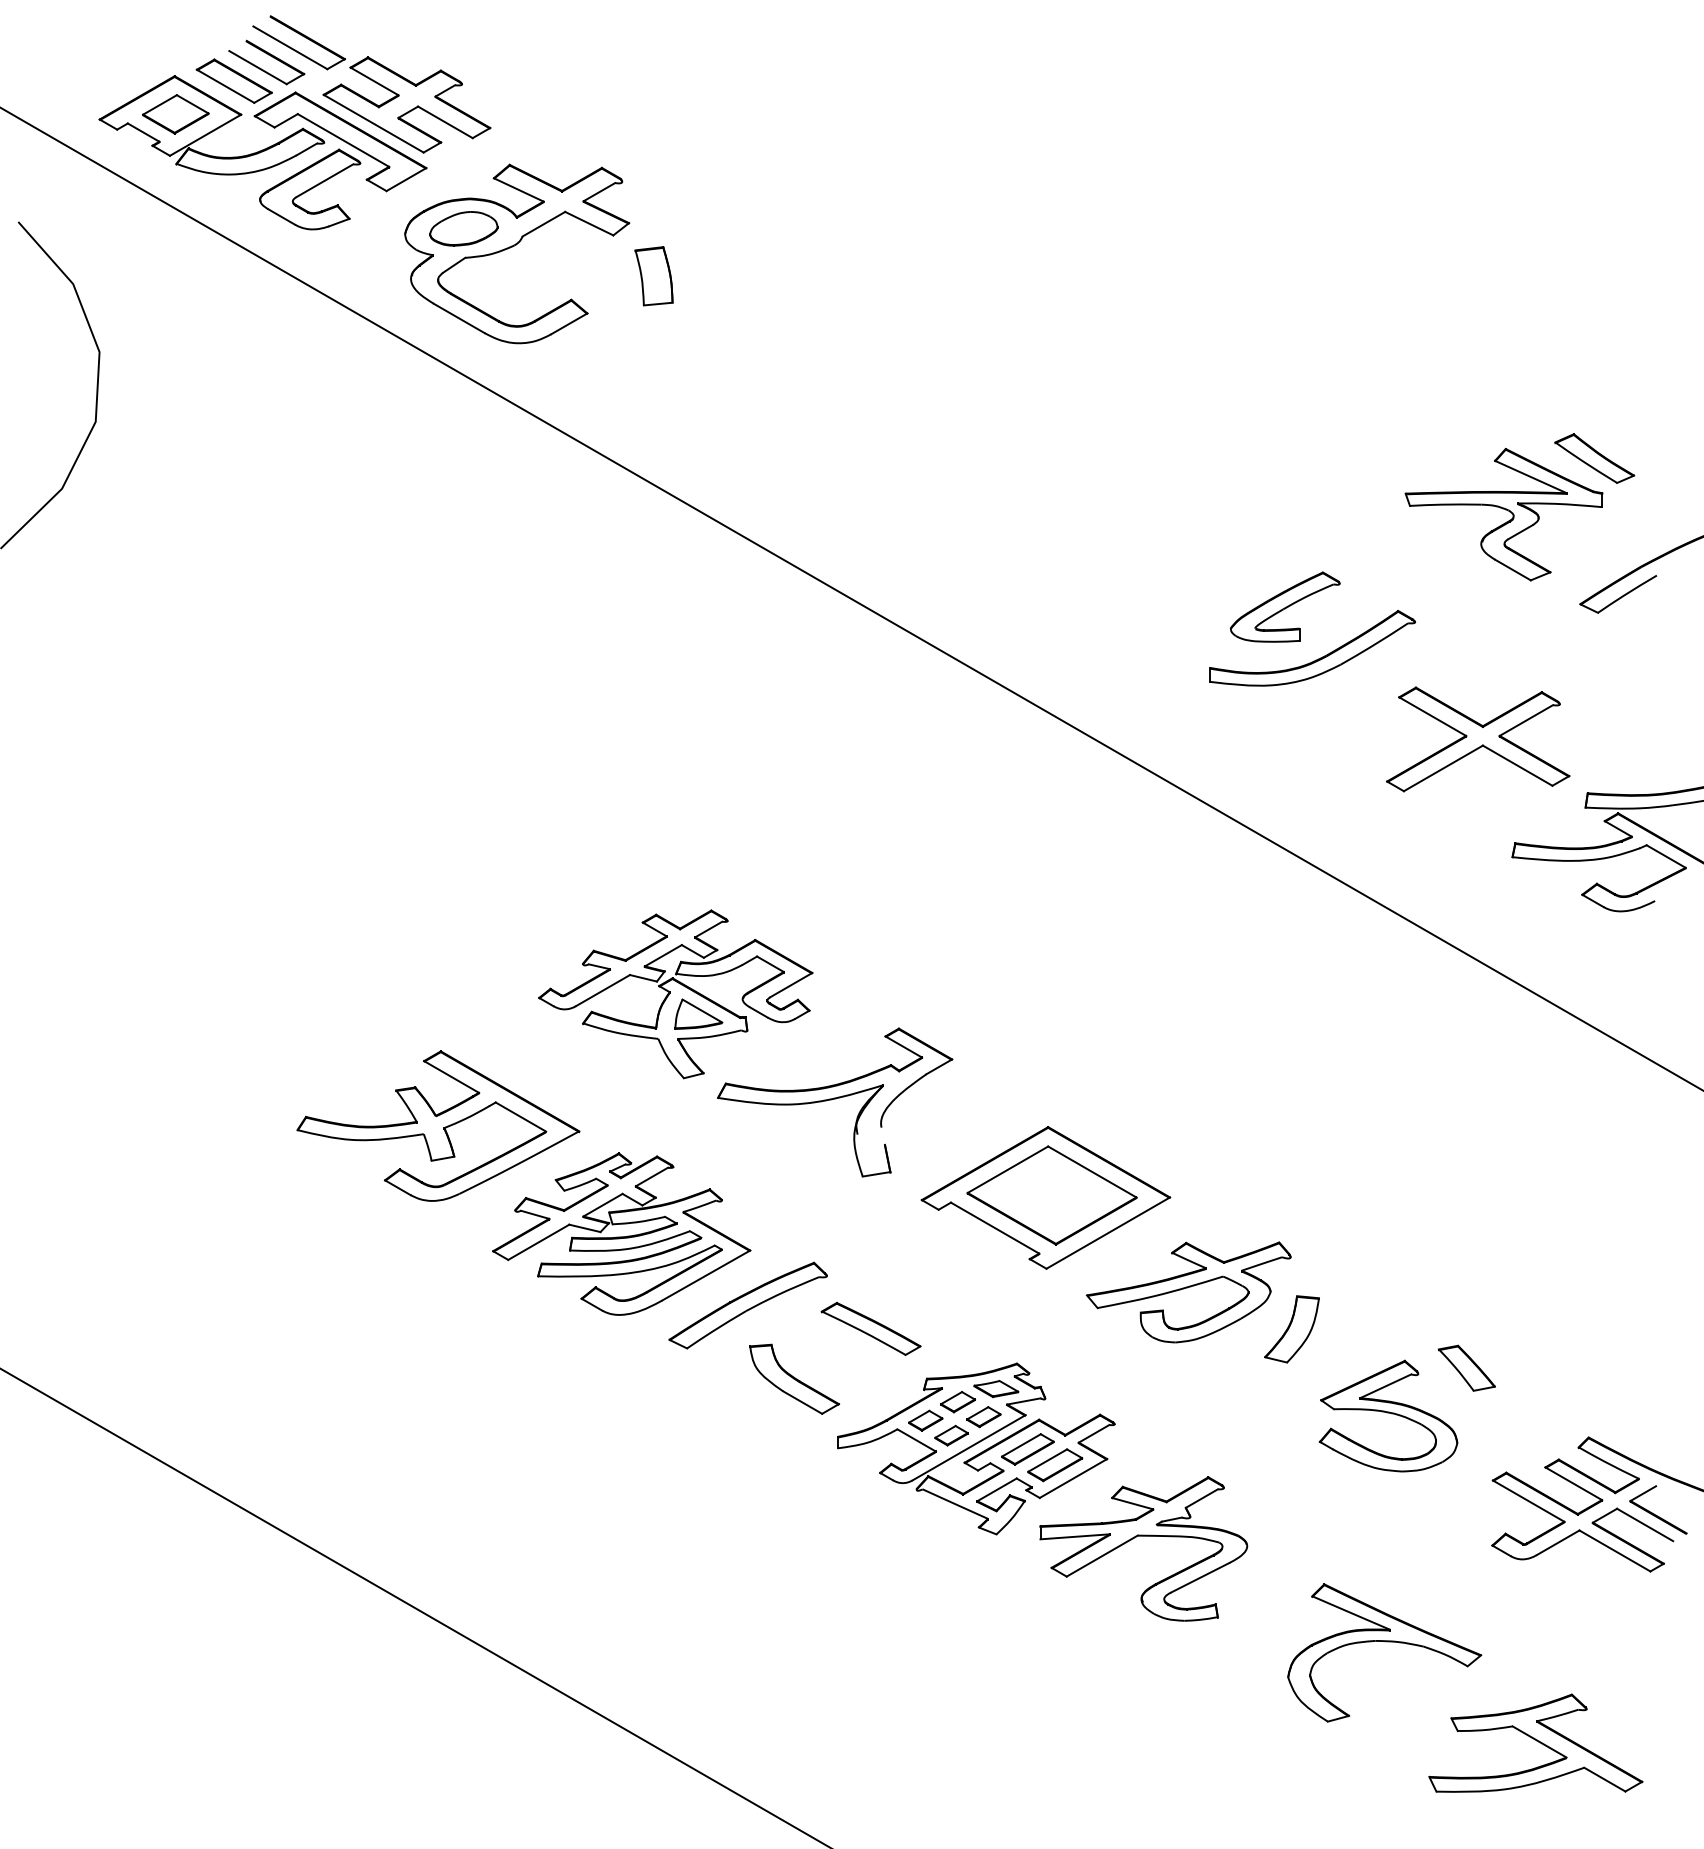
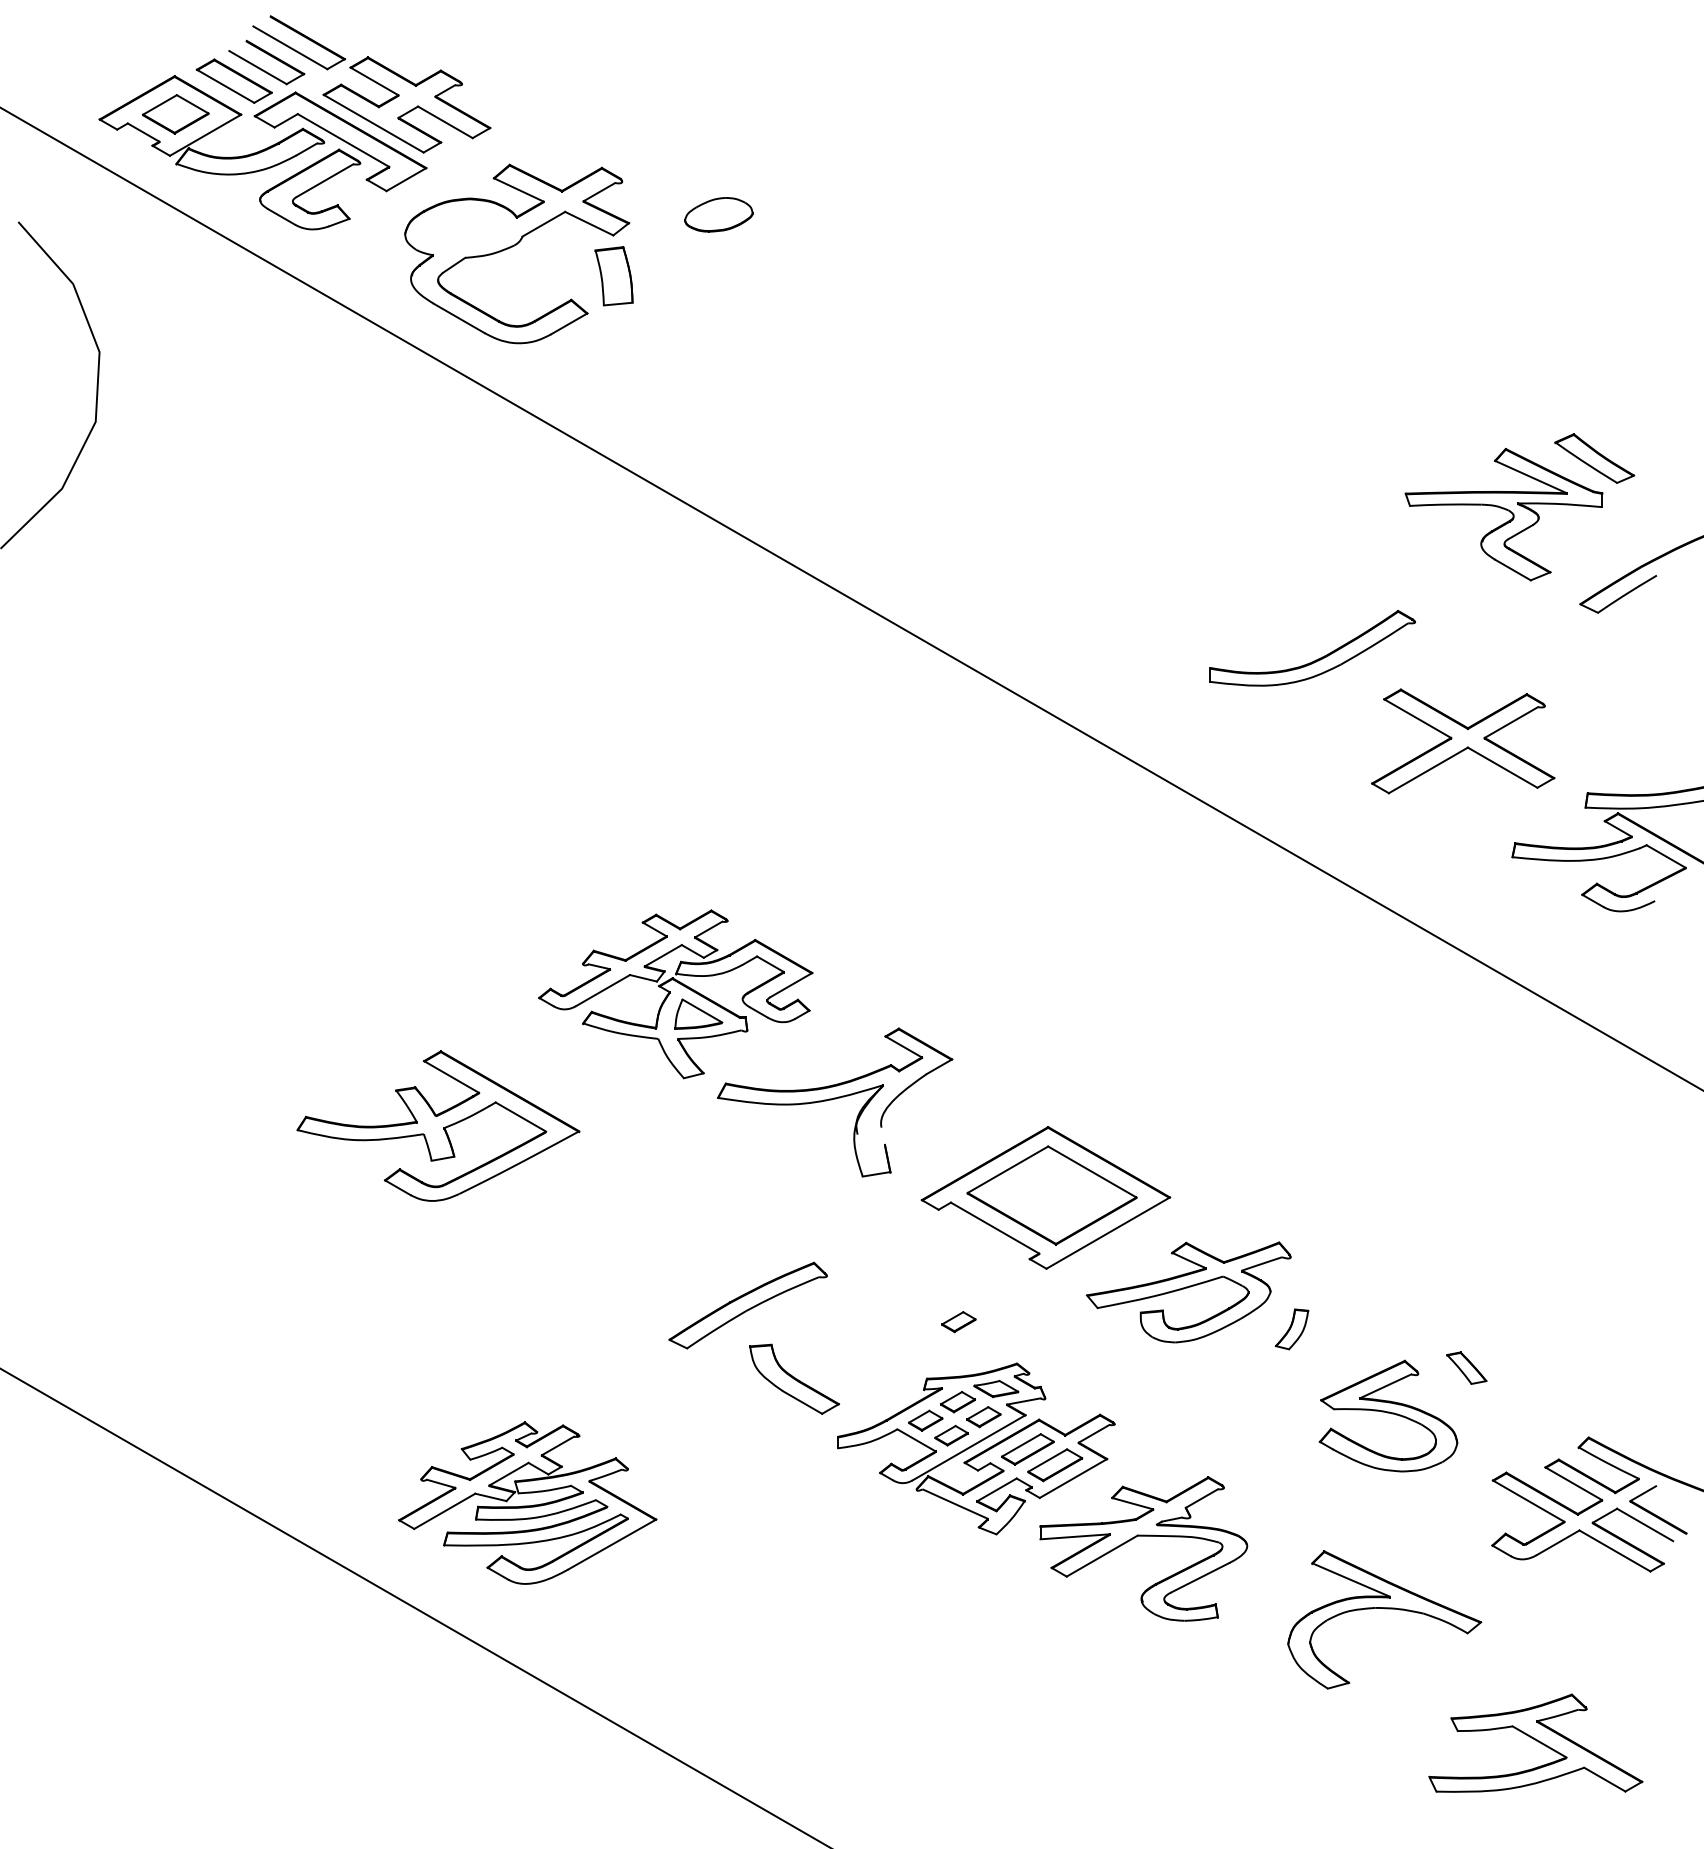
part at (463, 228) position: (463, 228) -> (718, 214)
part at (653, 276) position: (653, 276) -> (613, 276)
part at (1285, 606): present -> none
part at (1478, 739) position: (1478, 739) -> (1463, 741)
part at (621, 1233) position: (621, 1233) -> (527, 1502)
part at (958, 1322): none -> present
part at (870, 1328): present -> none
part at (1291, 1329) size: 56x69 px -> 36x43 px
part at (1466, 1367) size: 59x48 px -> 42x34 px
part at (1384, 1642) position: (1384, 1642) -> (1384, 1609)
